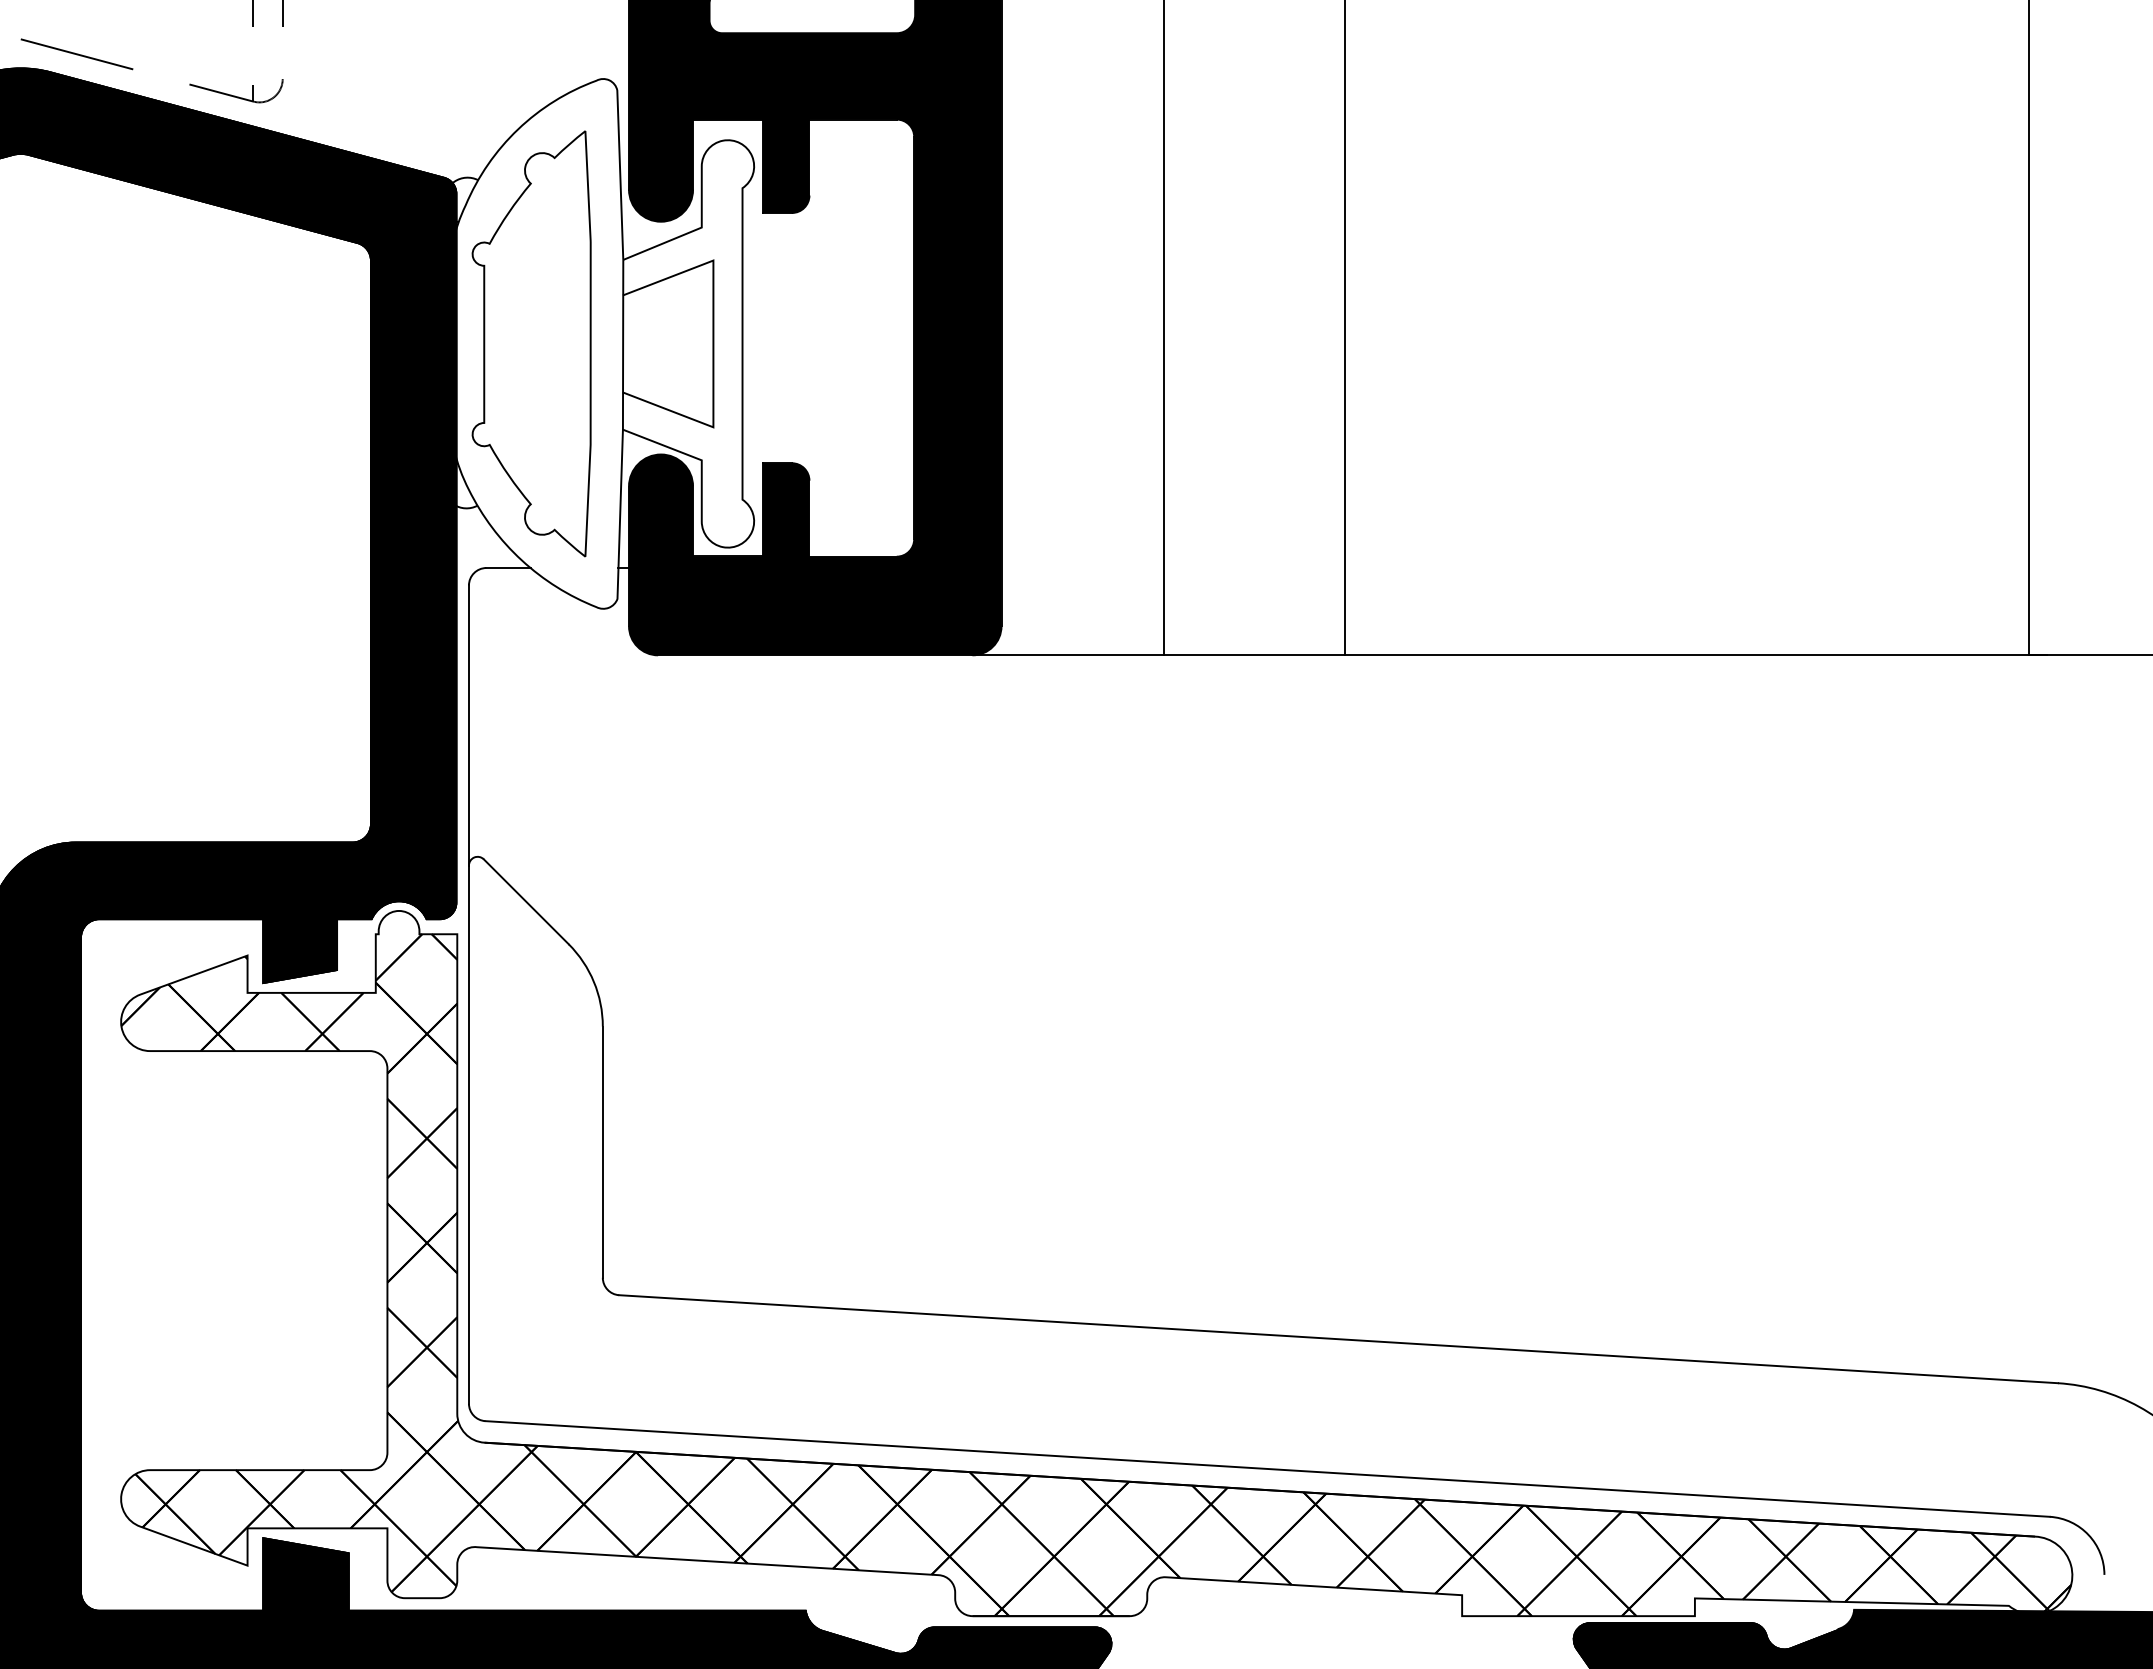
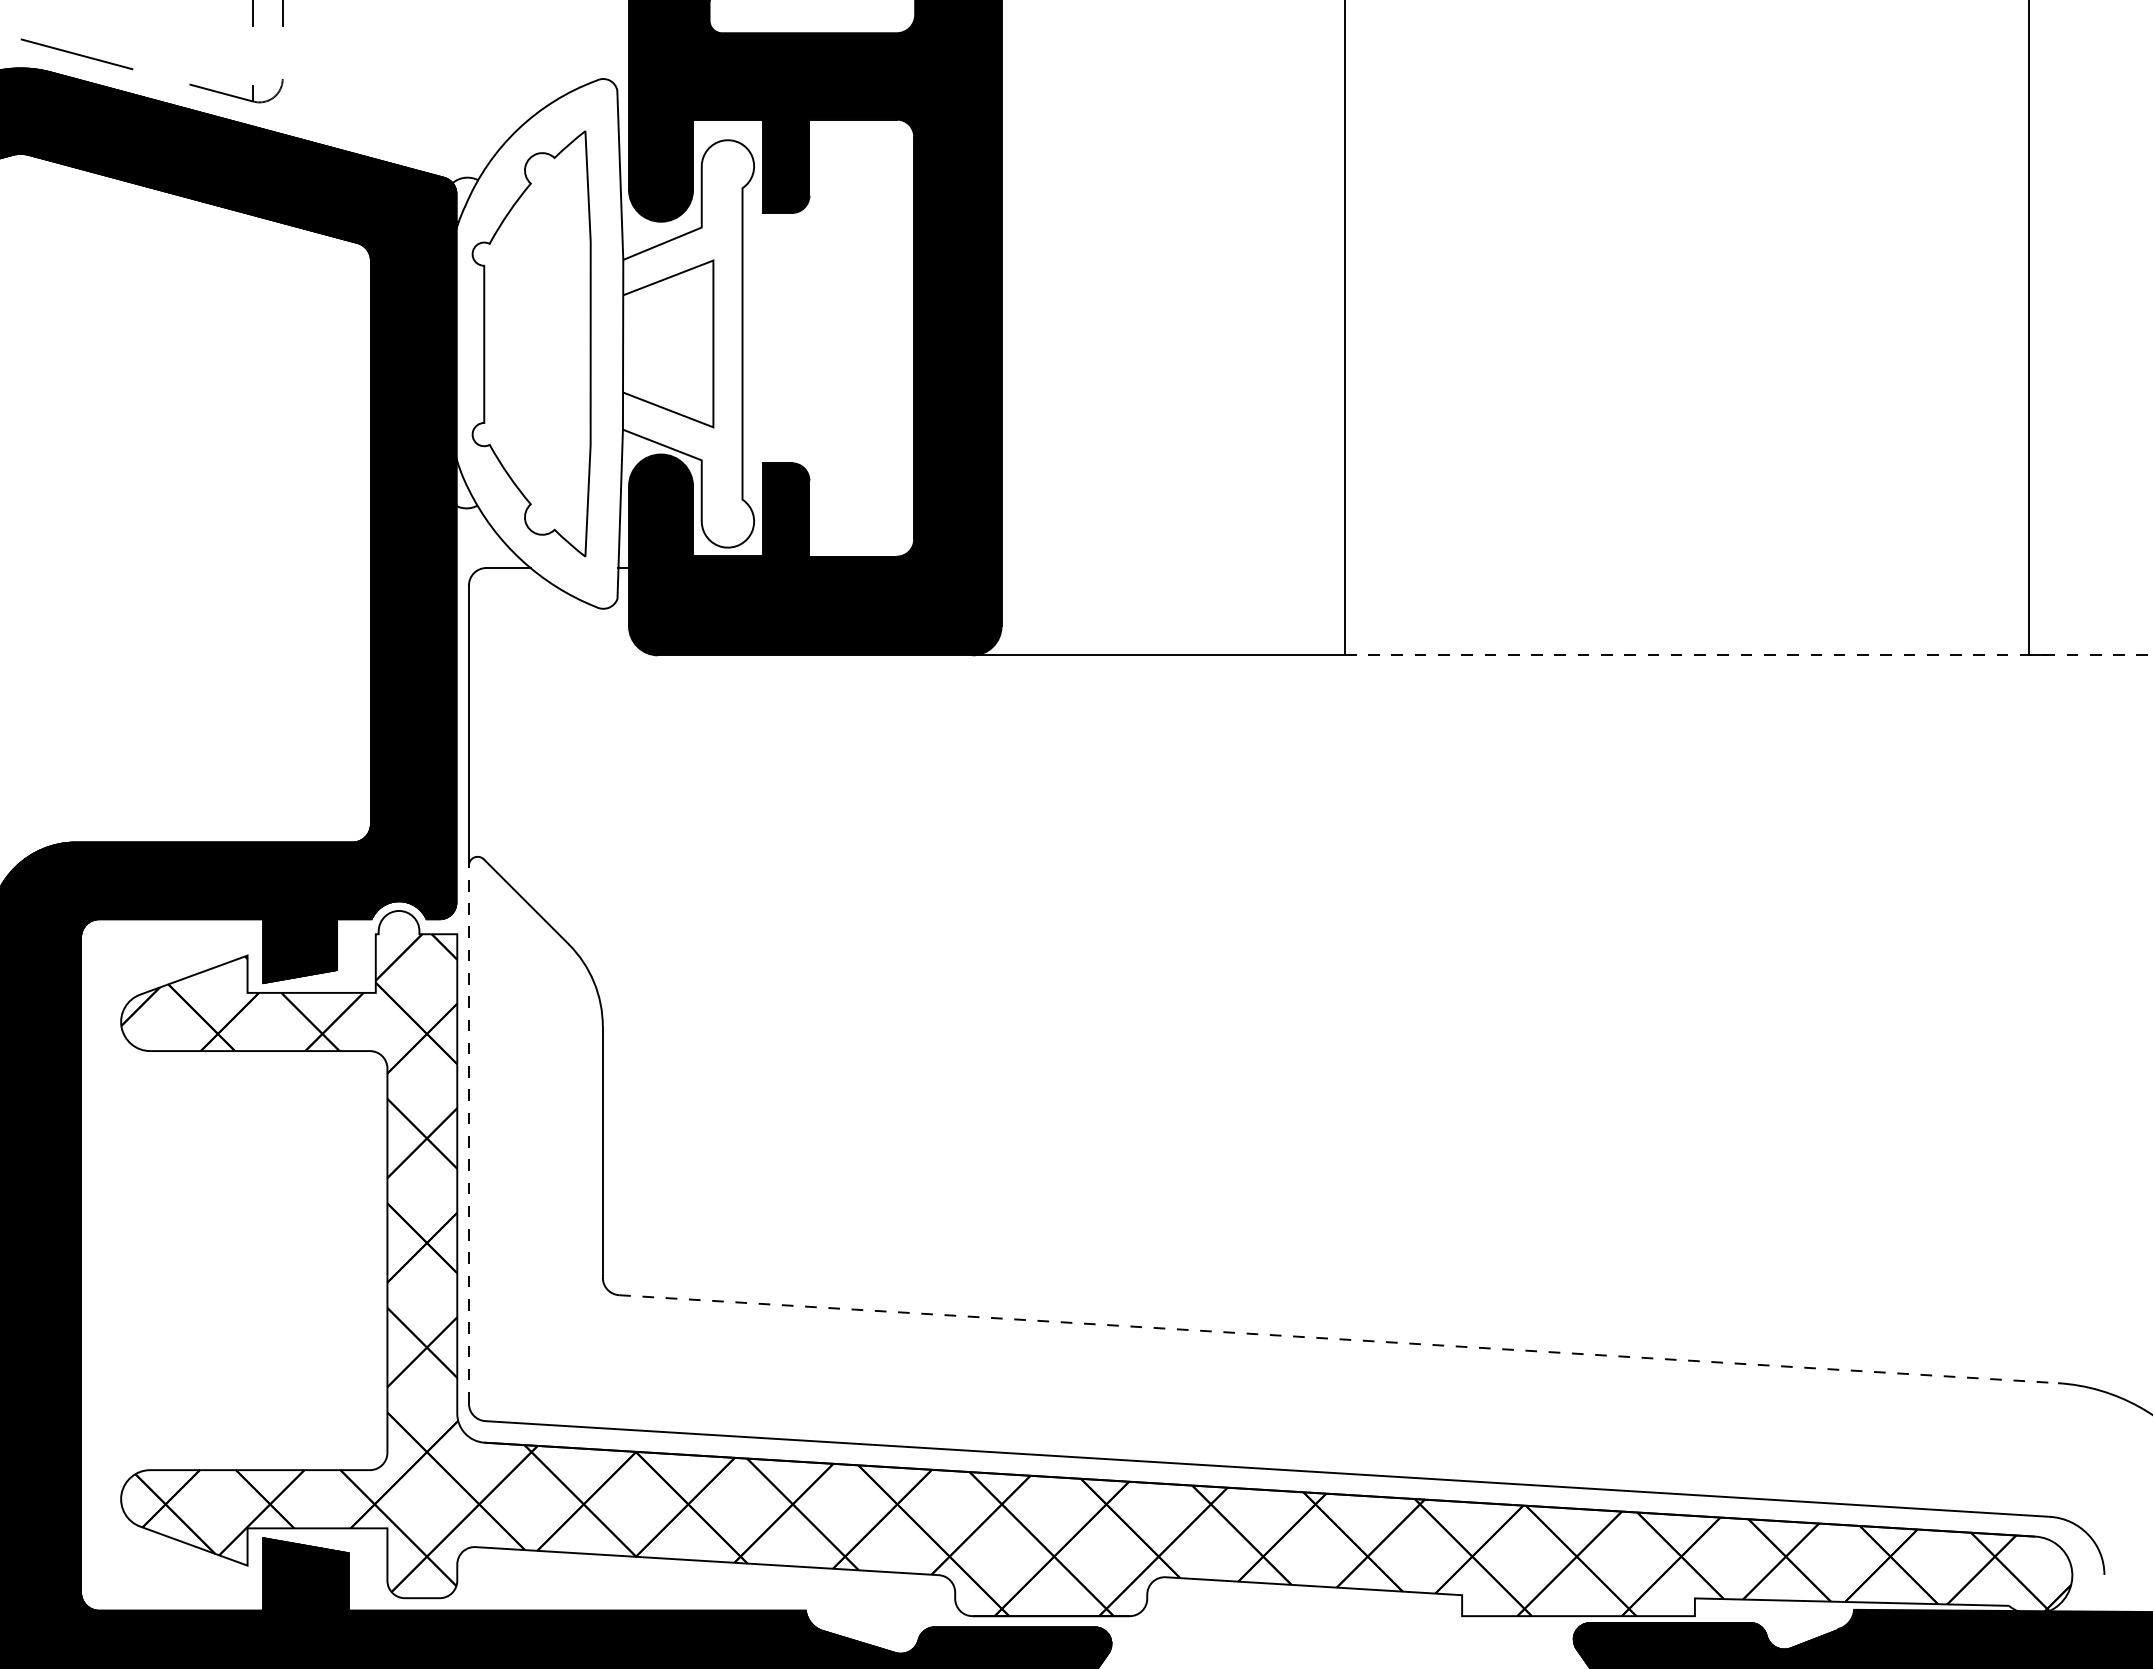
line at (1164, 328): present -> none
line at (1748, 655): solid -> dashed
line at (468, 1134): solid -> dashed
line at (1338, 1339): solid -> dashed
